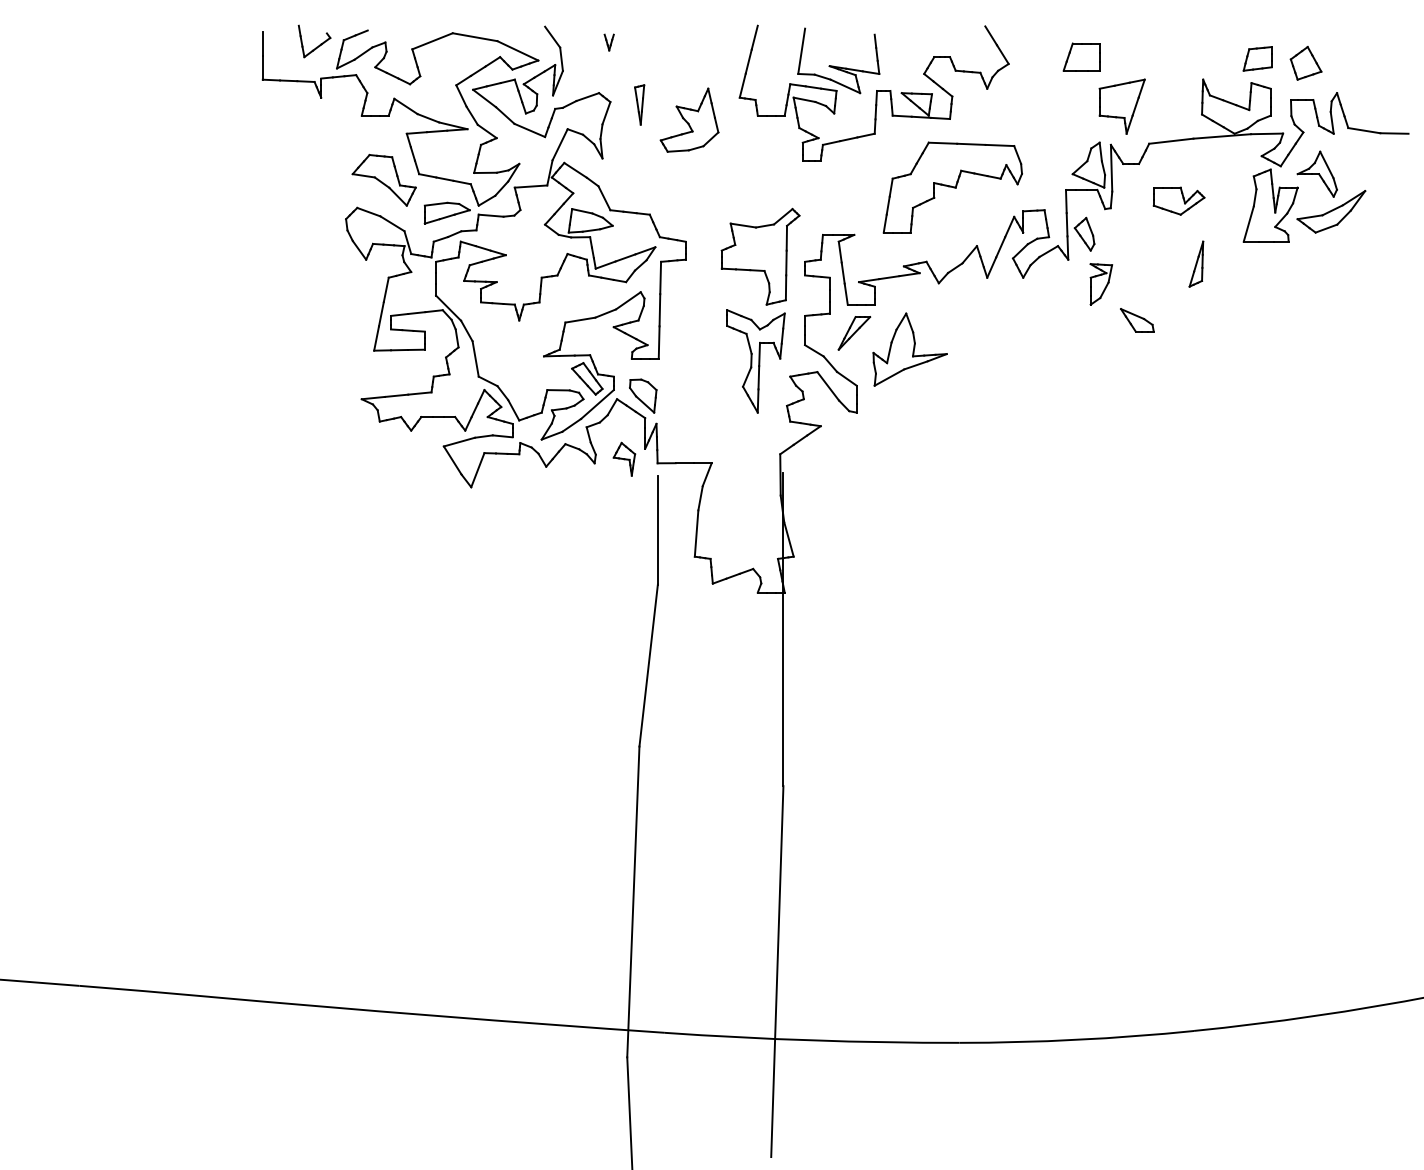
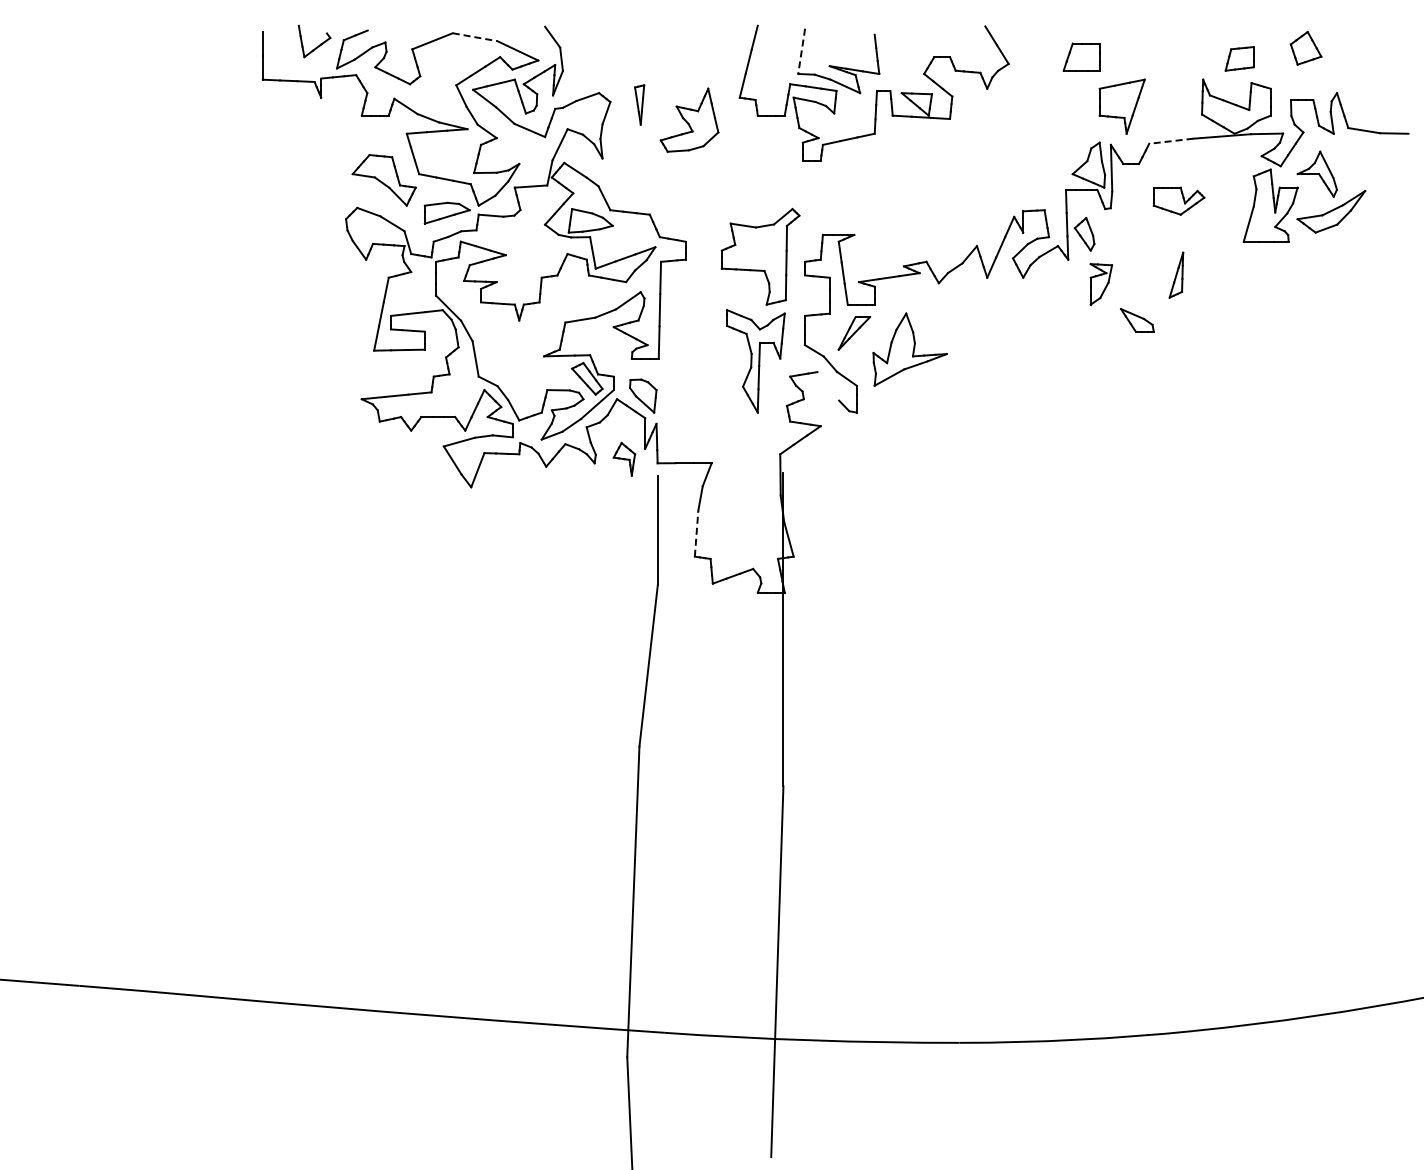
line at (475, 37): solid -> dashed
part at (608, 42): present -> none
line at (801, 51): solid -> dashed
part at (1257, 58) position: (1257, 58) -> (1239, 58)
part at (1305, 63) position: (1305, 63) -> (1305, 48)
line at (1170, 141): solid -> dashed
part at (952, 187): present -> none
part at (1196, 263) position: (1196, 263) -> (1176, 274)
line at (828, 386): present -> none
line at (696, 533): solid -> dashed
